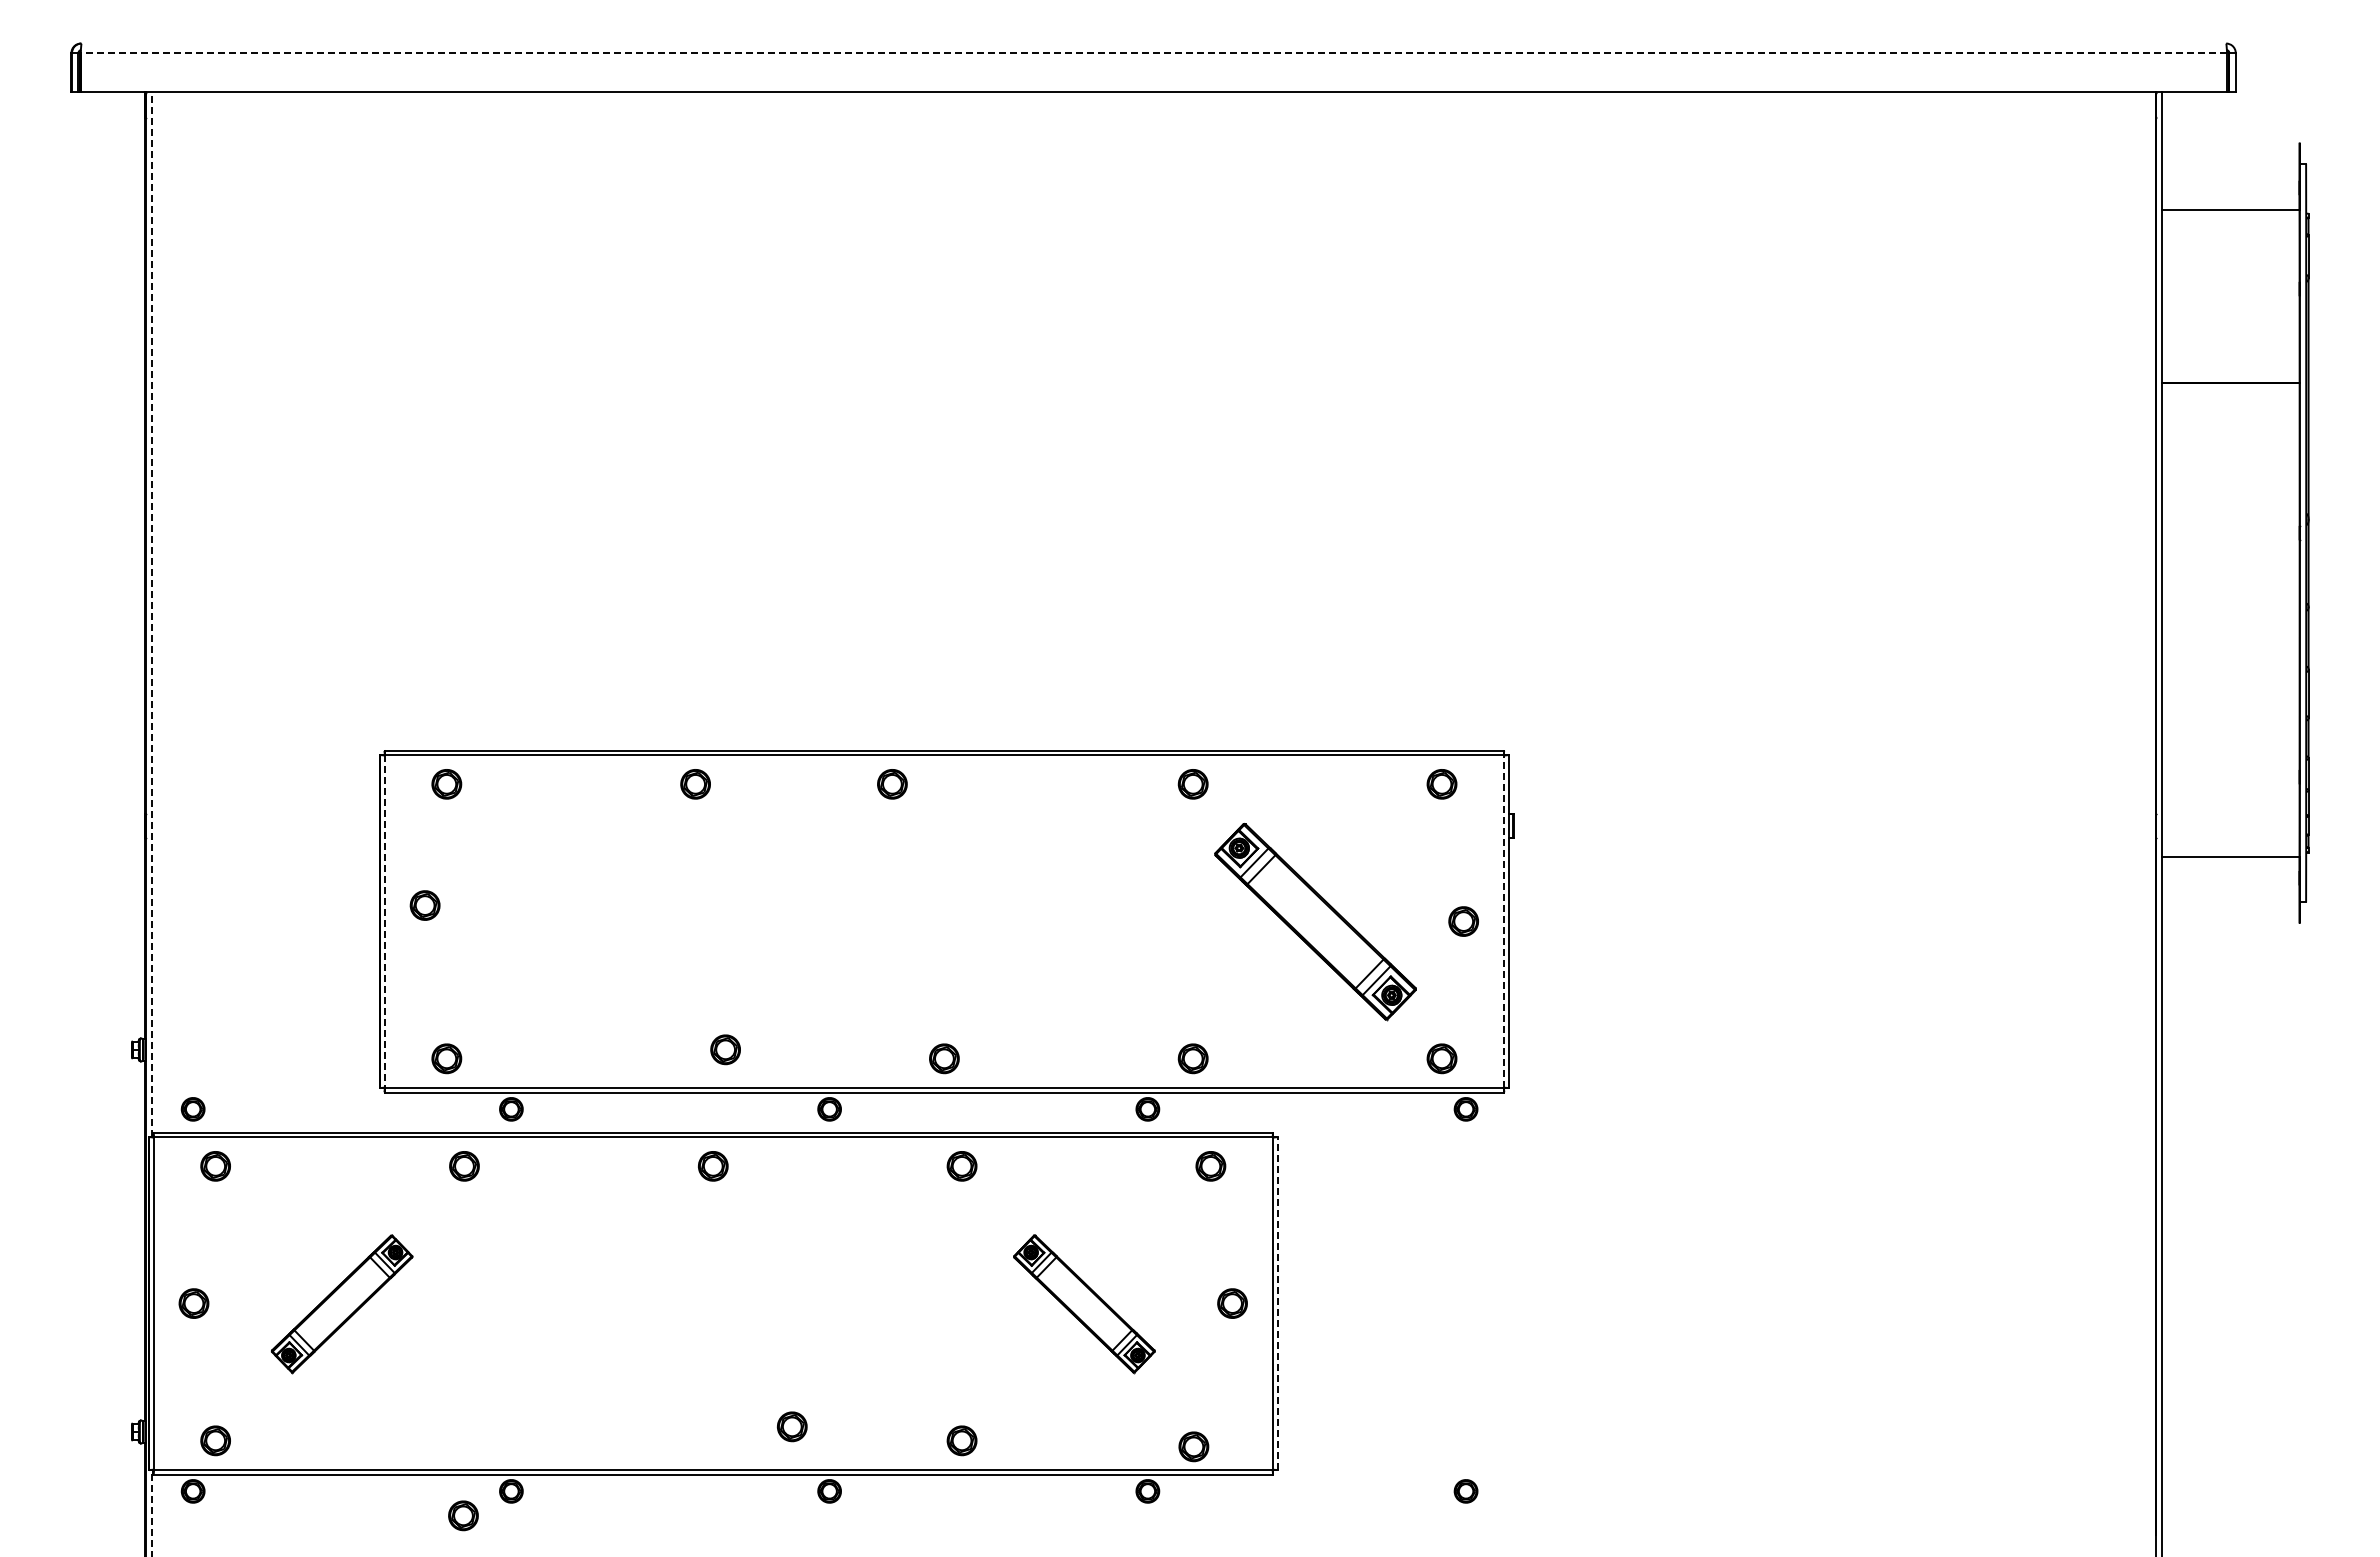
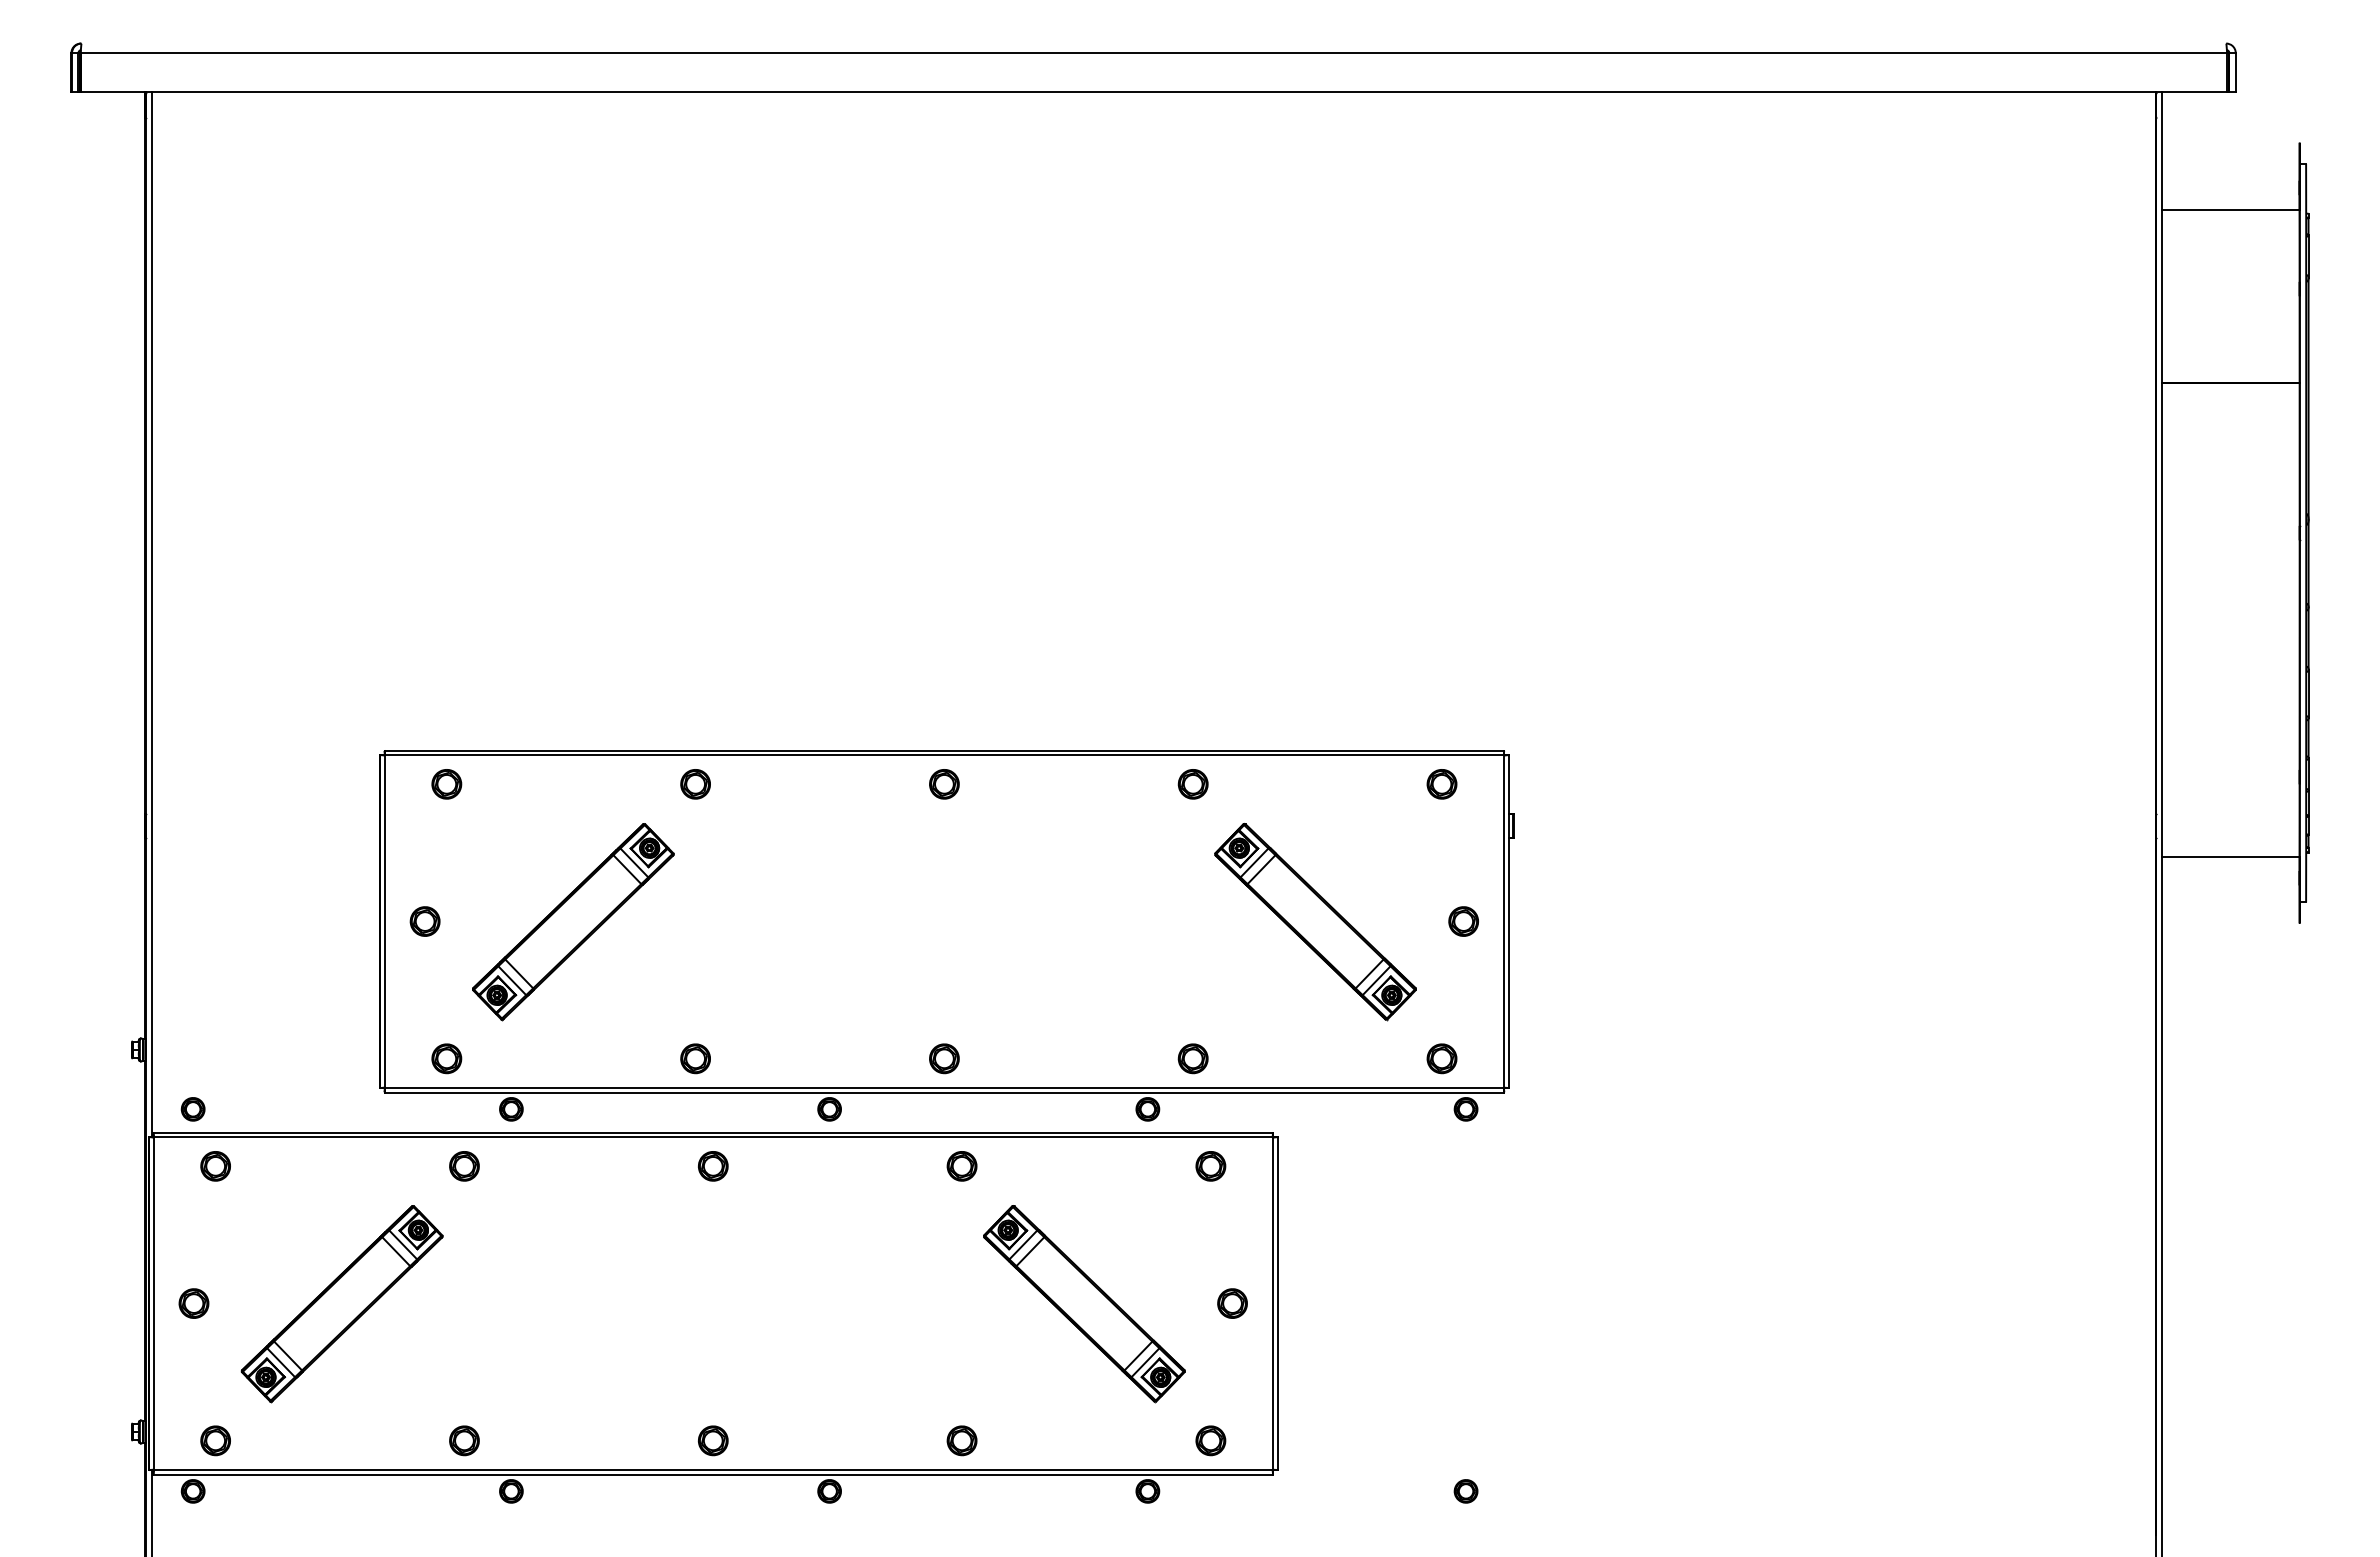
line at (1153, 53): dashed -> solid
line at (152, 614): dashed -> solid
part at (892, 784) position: (892, 784) -> (944, 784)
part at (424, 905) position: (424, 905) -> (424, 921)
line at (1503, 921): dashed -> solid
line at (385, 922): dashed -> solid
part at (573, 922): none -> present
part at (725, 1049) position: (725, 1049) -> (695, 1058)
line at (1277, 1303): dashed -> solid
part at (341, 1304) size: 144x141 px -> 204x199 px
part at (1084, 1304) size: 143x141 px -> 203x199 px
part at (791, 1426) position: (791, 1426) -> (712, 1440)
part at (1193, 1446) position: (1193, 1446) -> (1210, 1440)
line at (152, 1513): dashed -> solid
part at (463, 1515) position: (463, 1515) -> (464, 1440)
